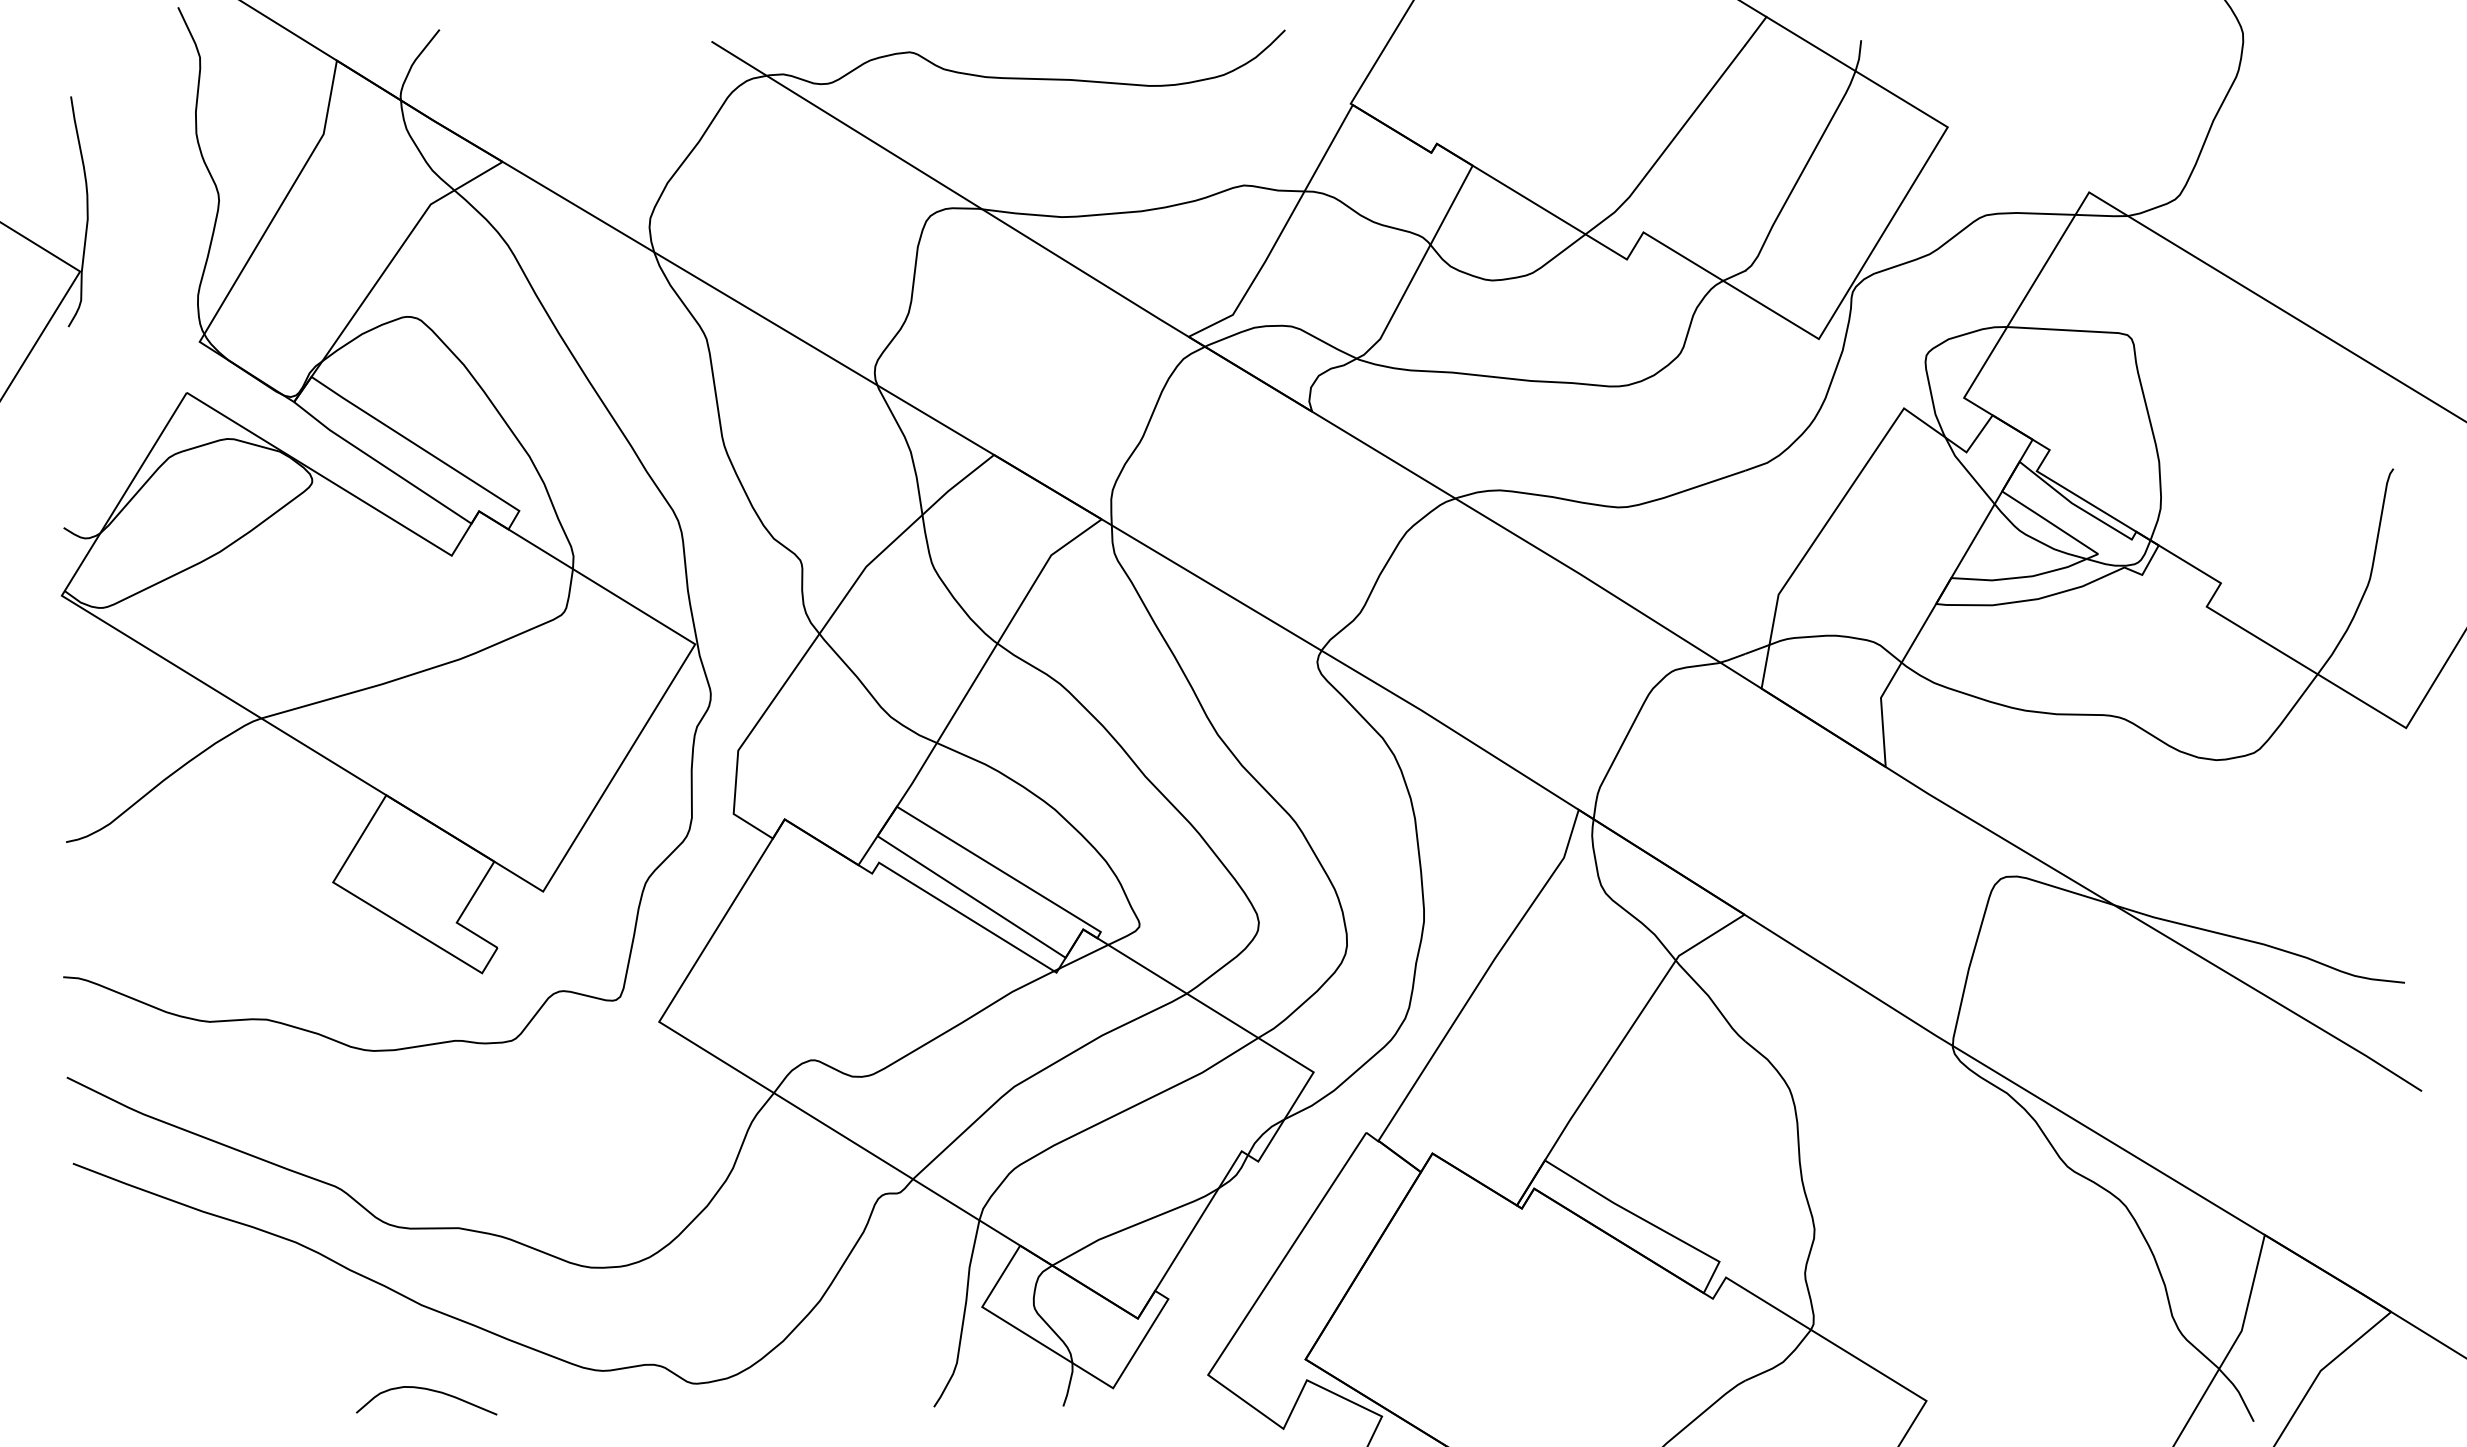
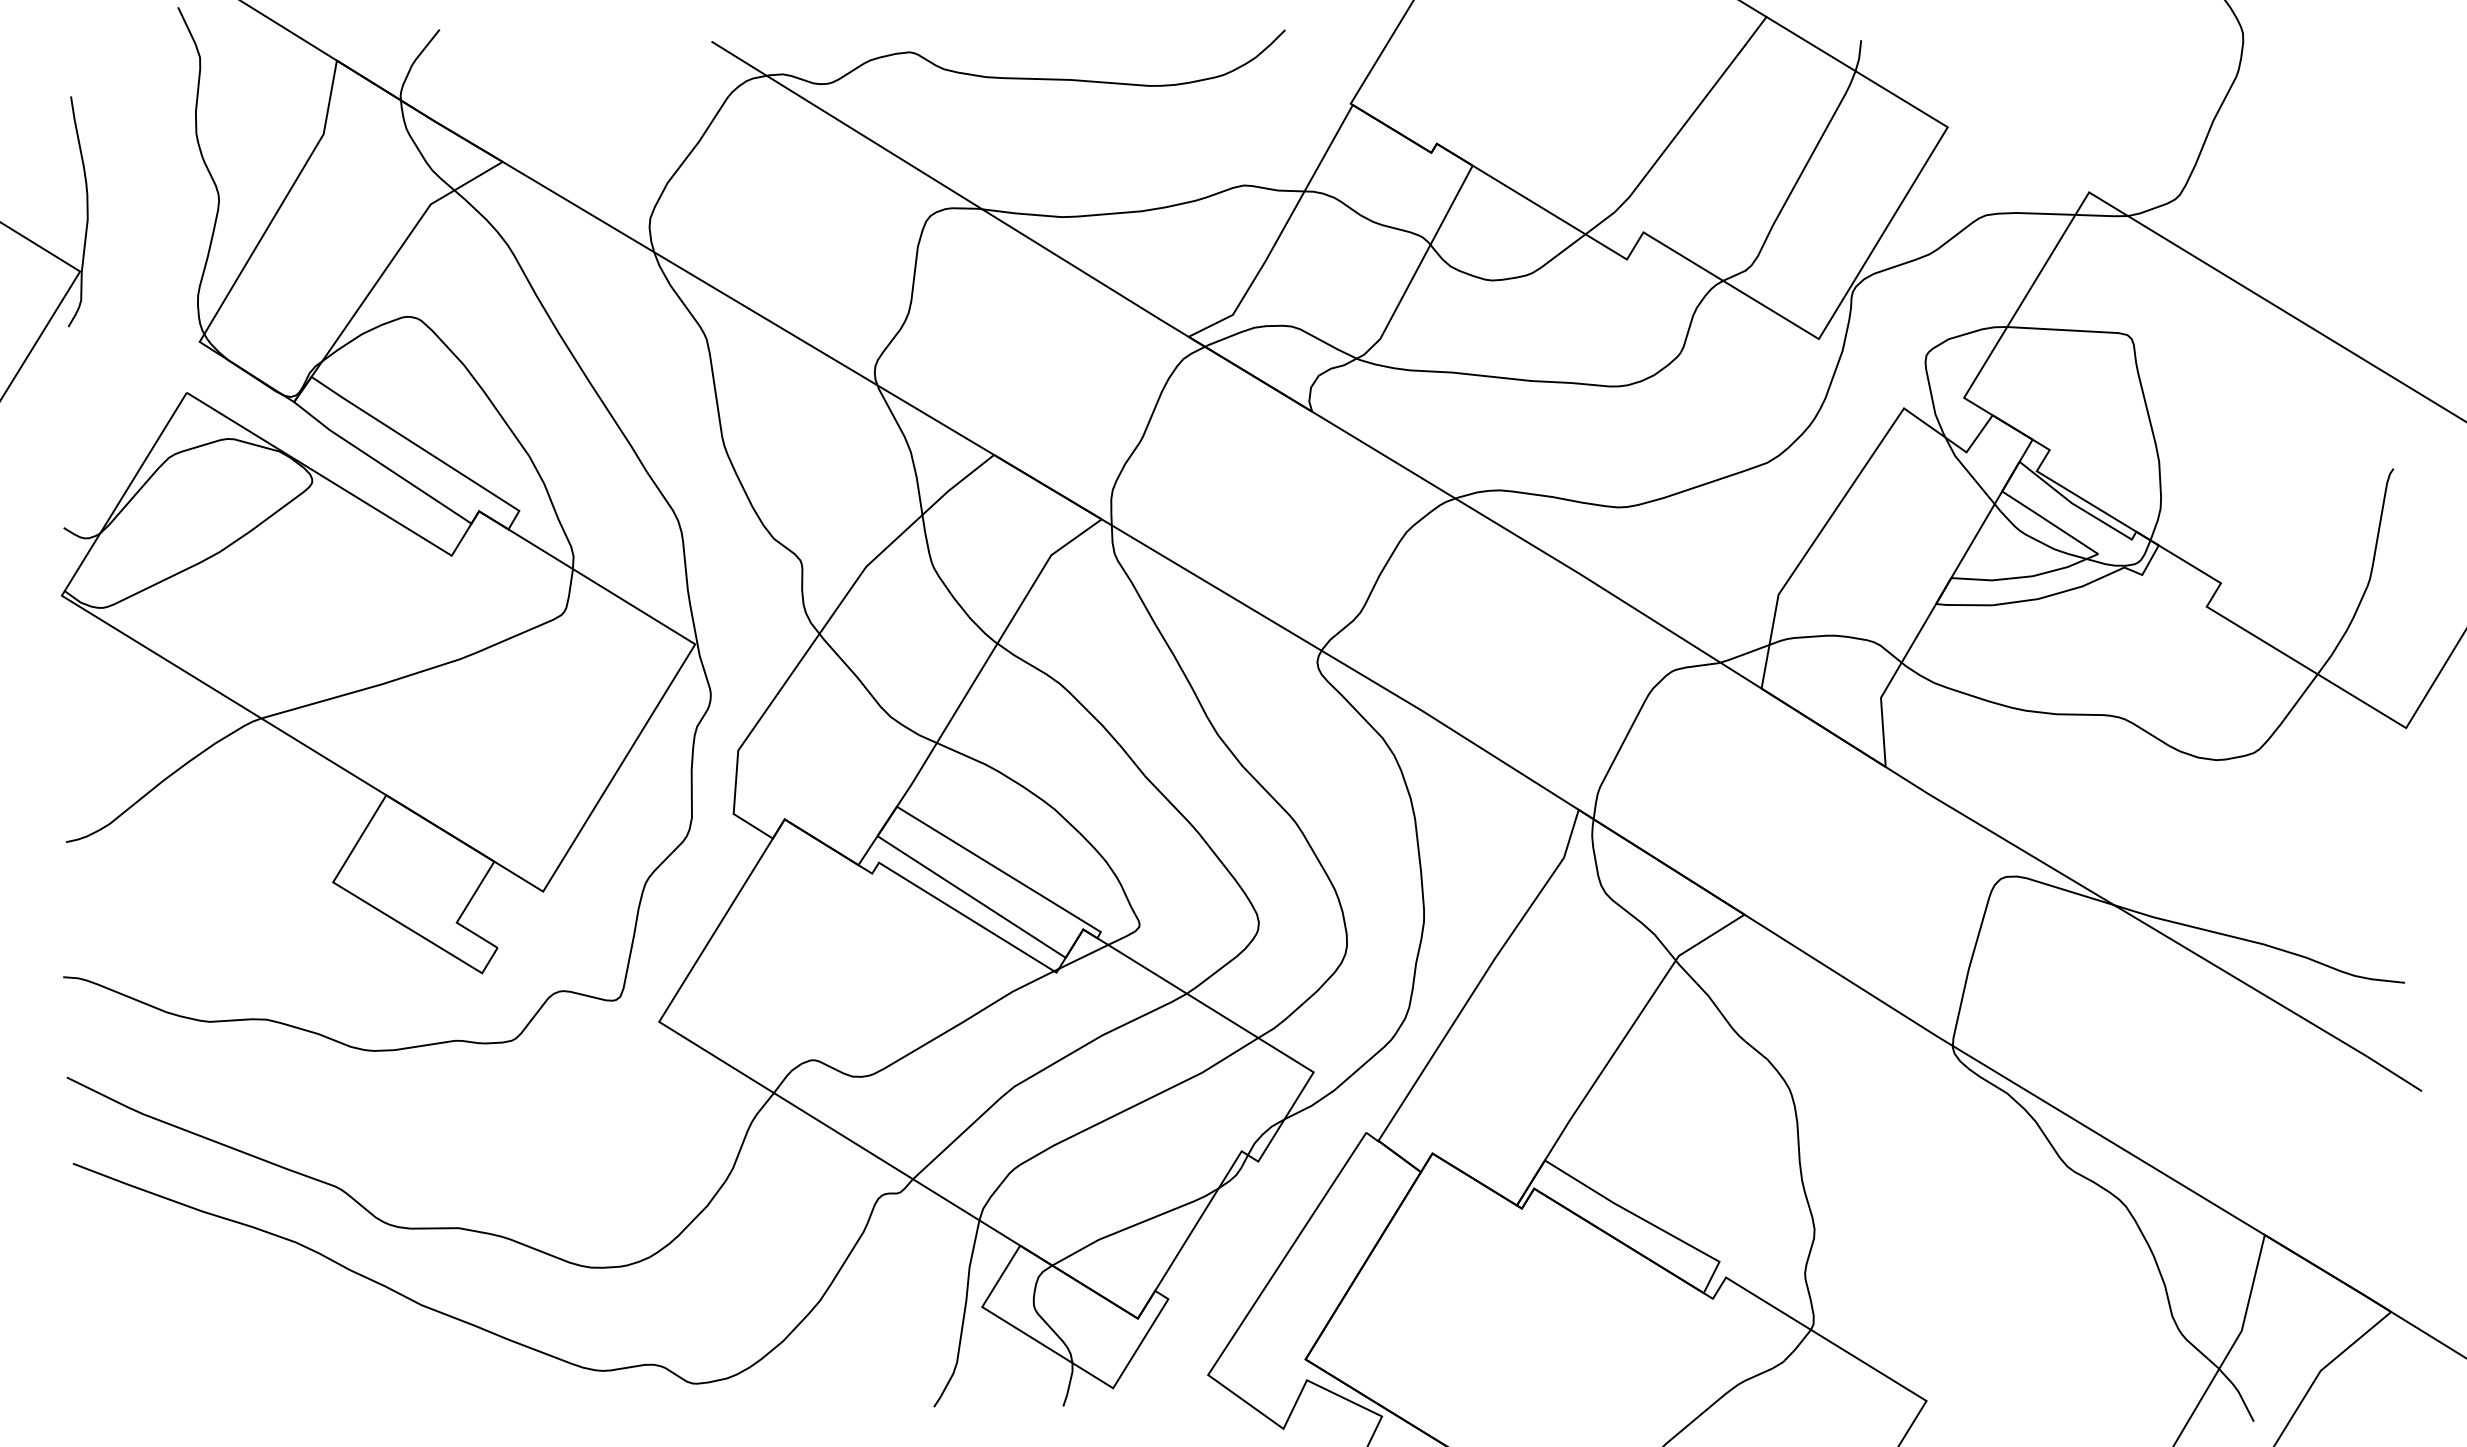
curve at (427, 1390): present -> none
